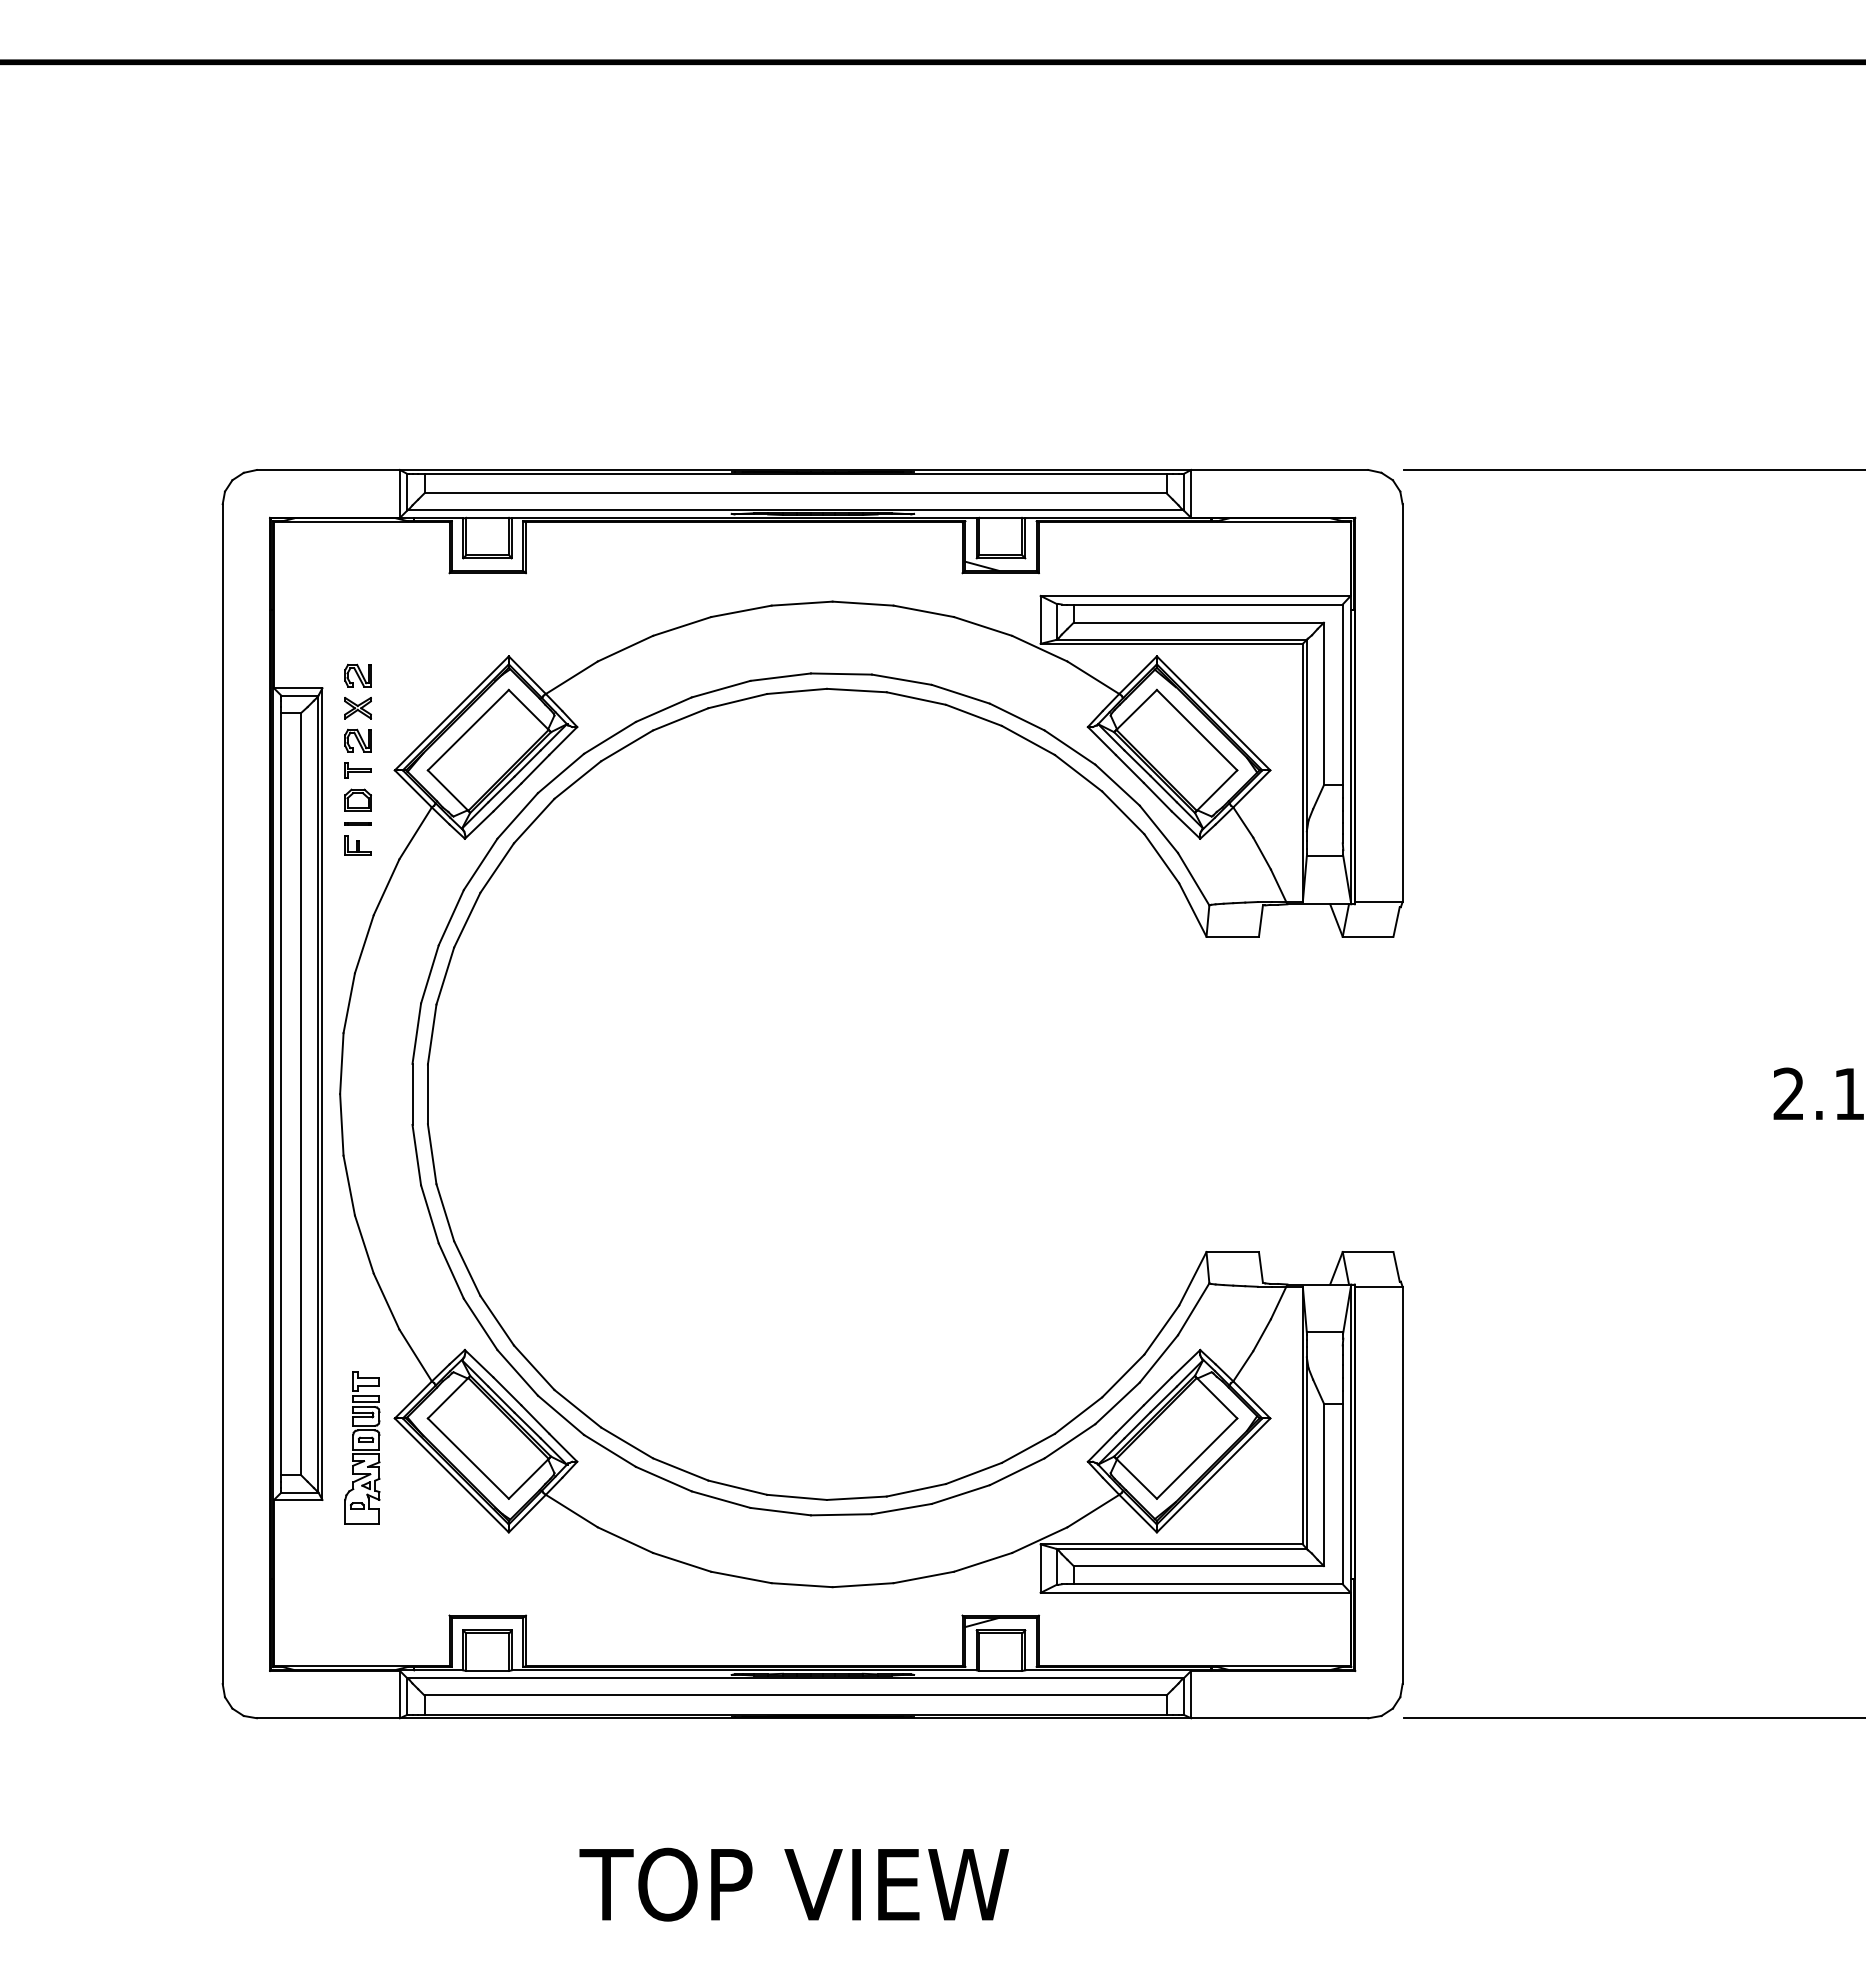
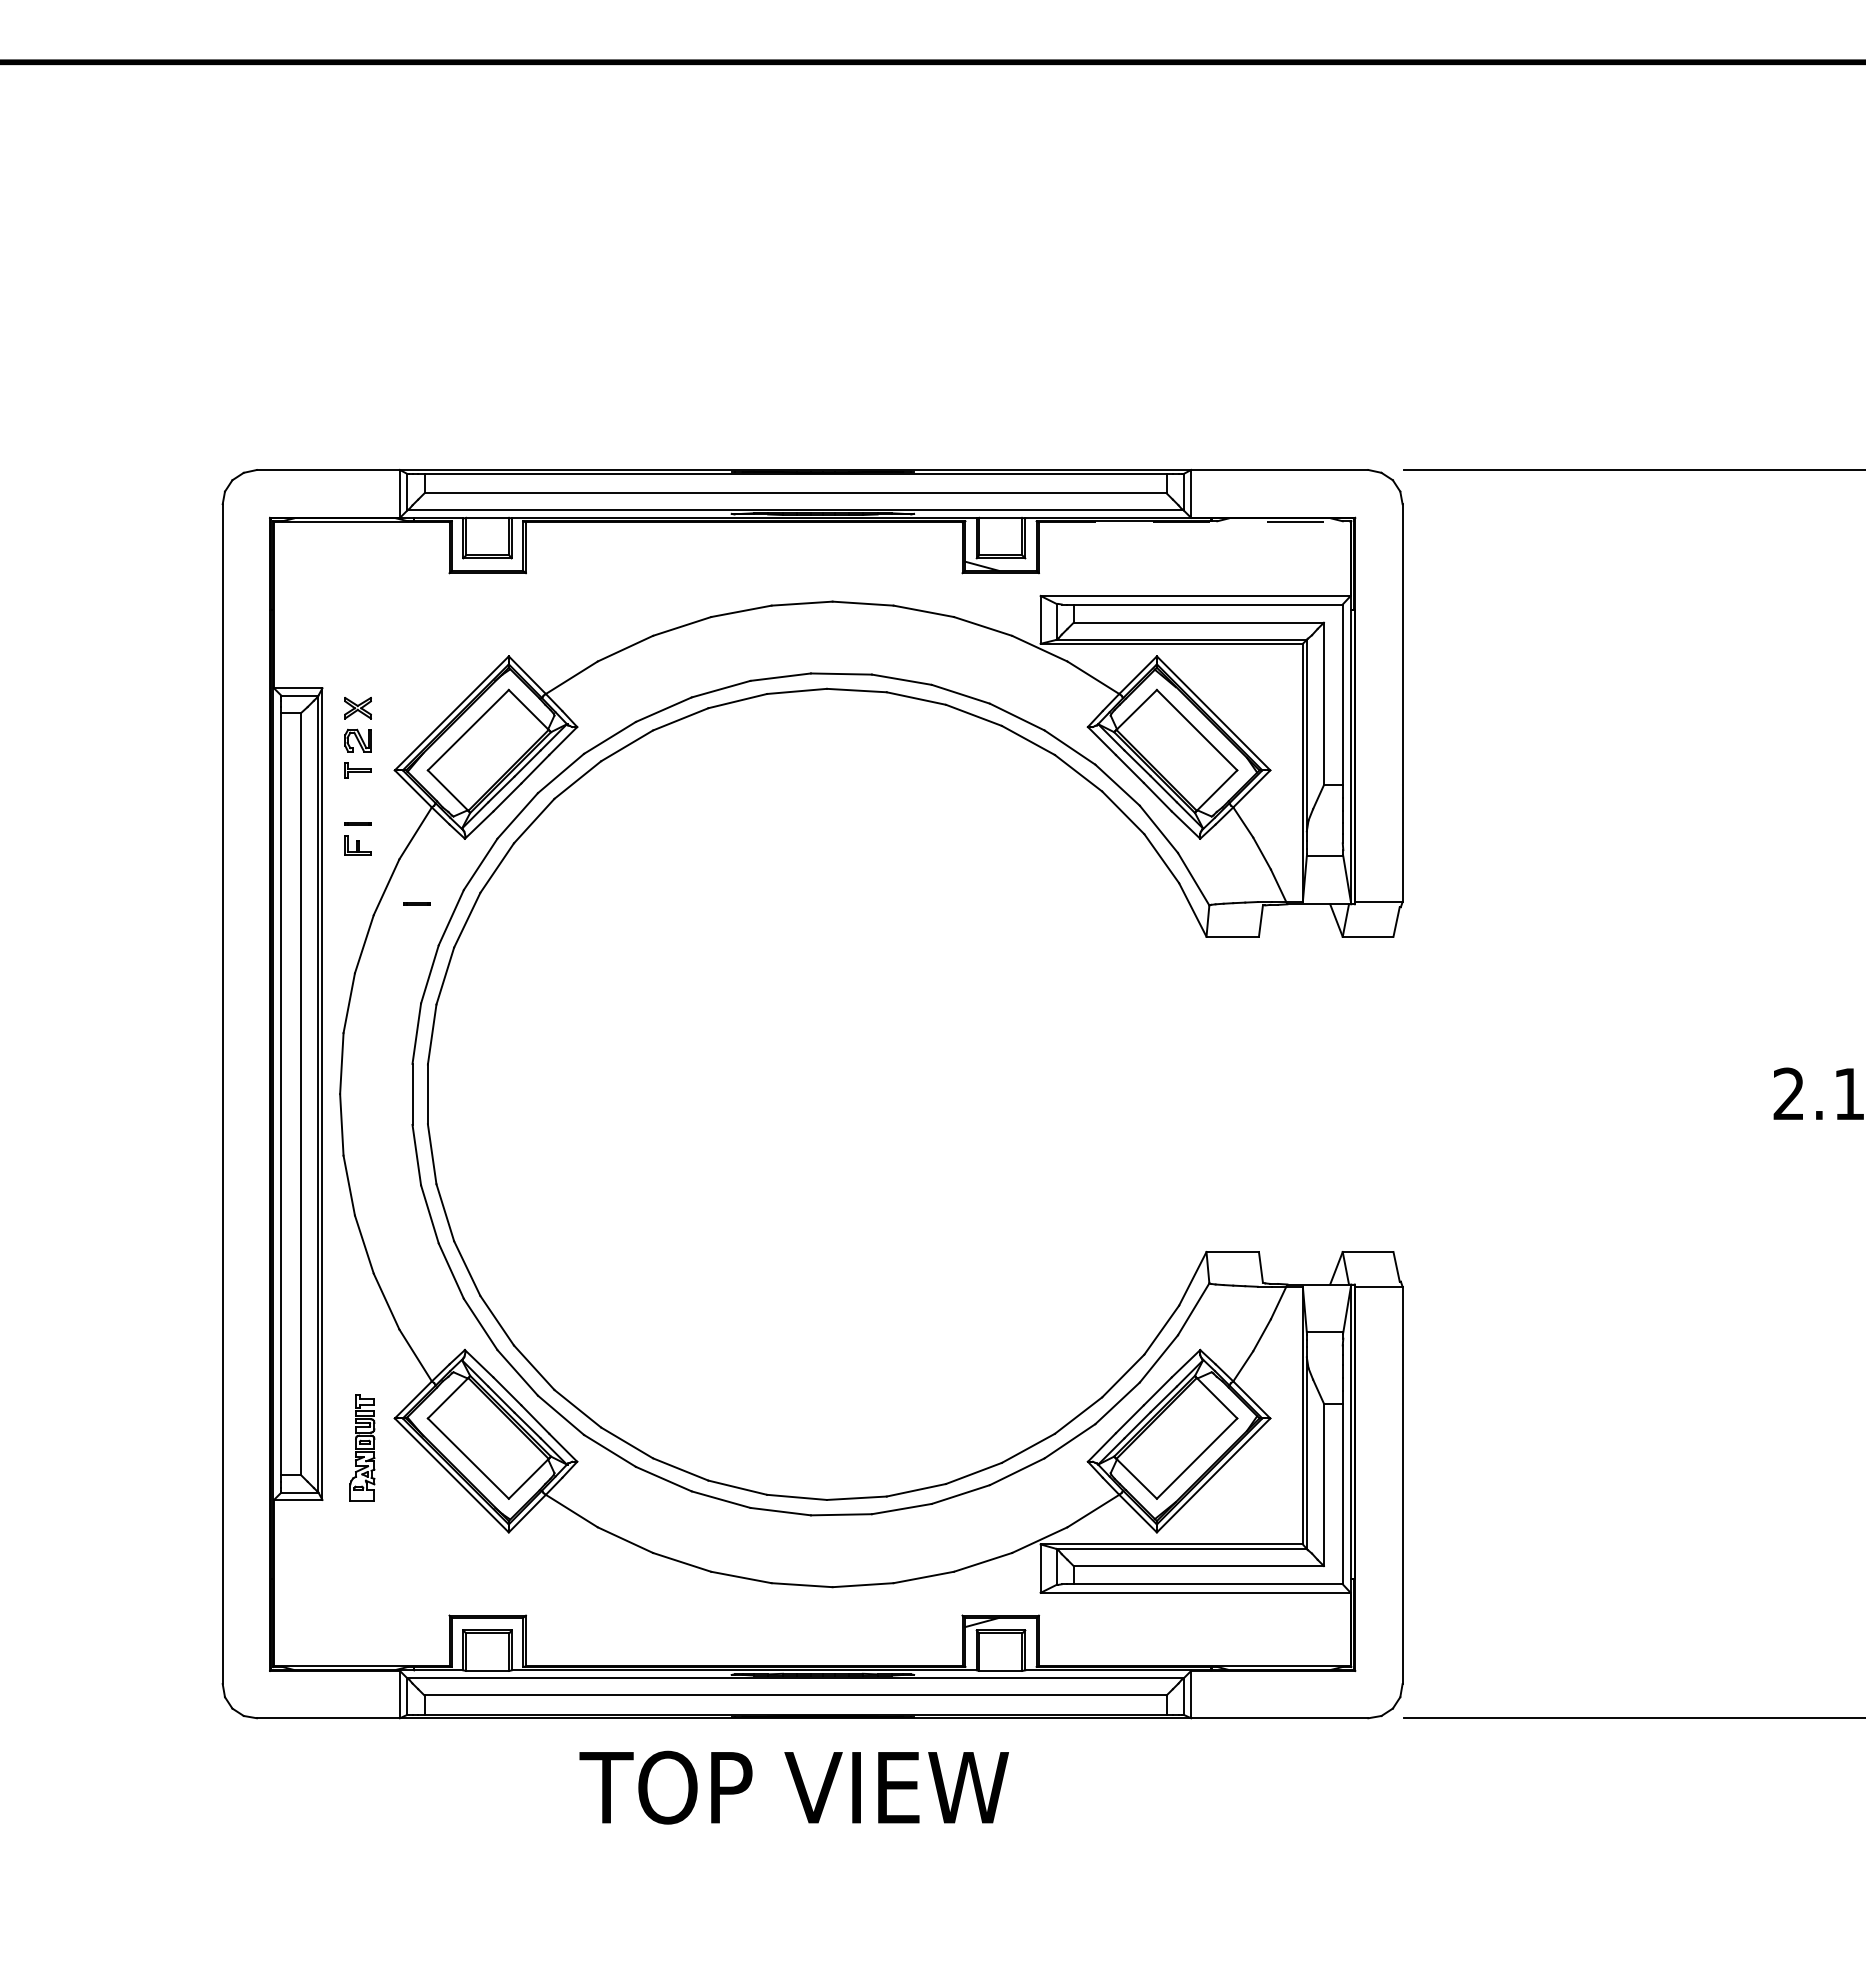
line at (1194, 522): solid -> dashed
part at (357, 675): present -> none
part at (357, 799): present -> none
line at (416, 903): none -> present
part at (362, 1447) size: 37x154 px -> 27x108 px
text at (793, 1884) position: (793, 1884) -> (793, 1787)
